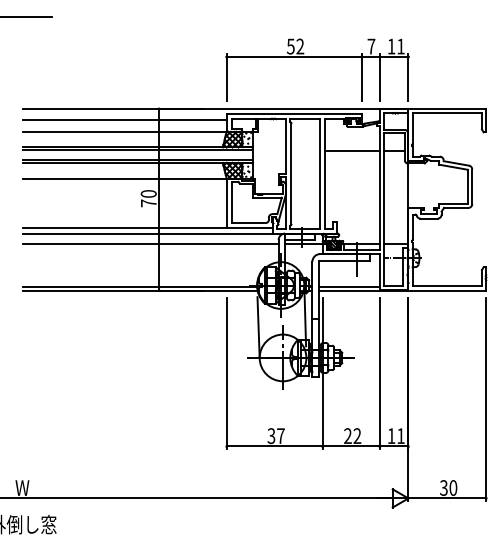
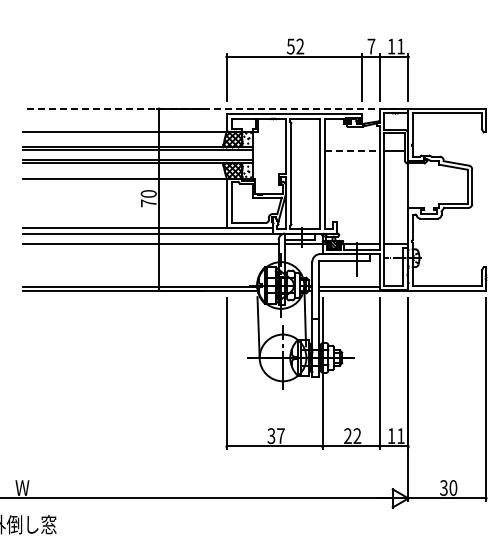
line at (27, 16): present -> none
line at (215, 108): solid -> dashed
line at (124, 119): present -> none
line at (353, 151): solid -> dashed
